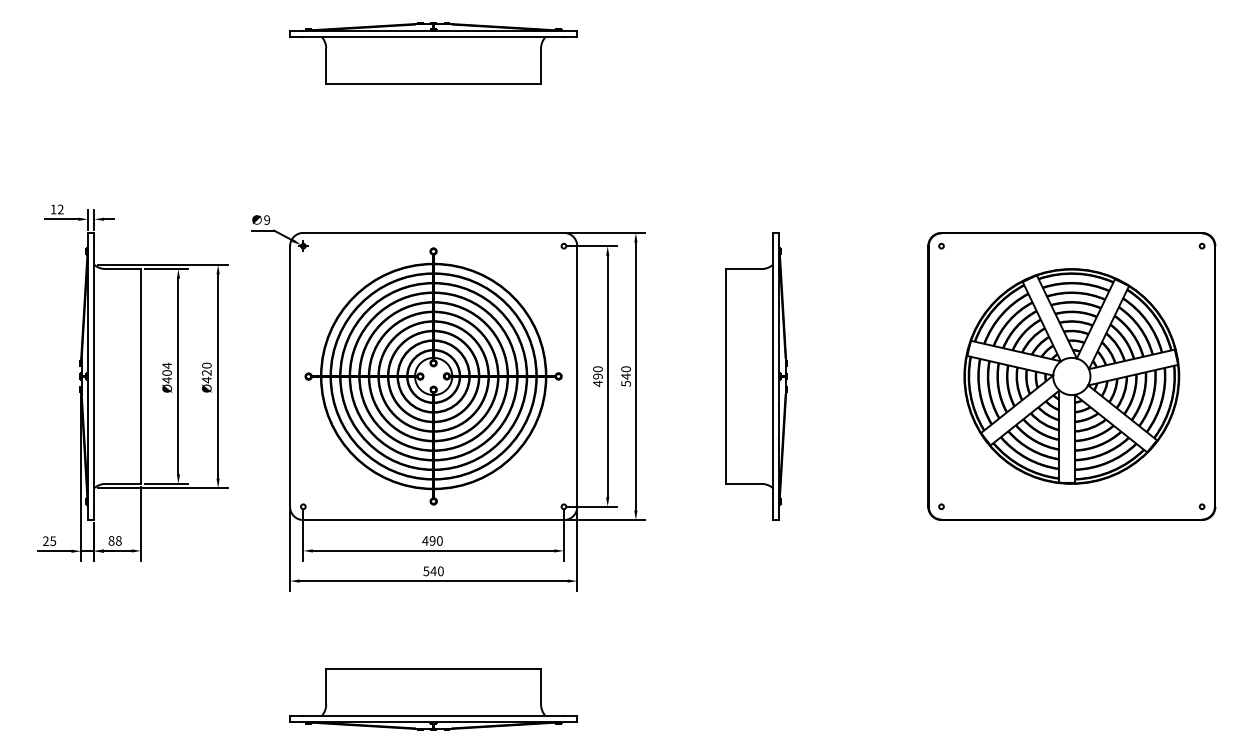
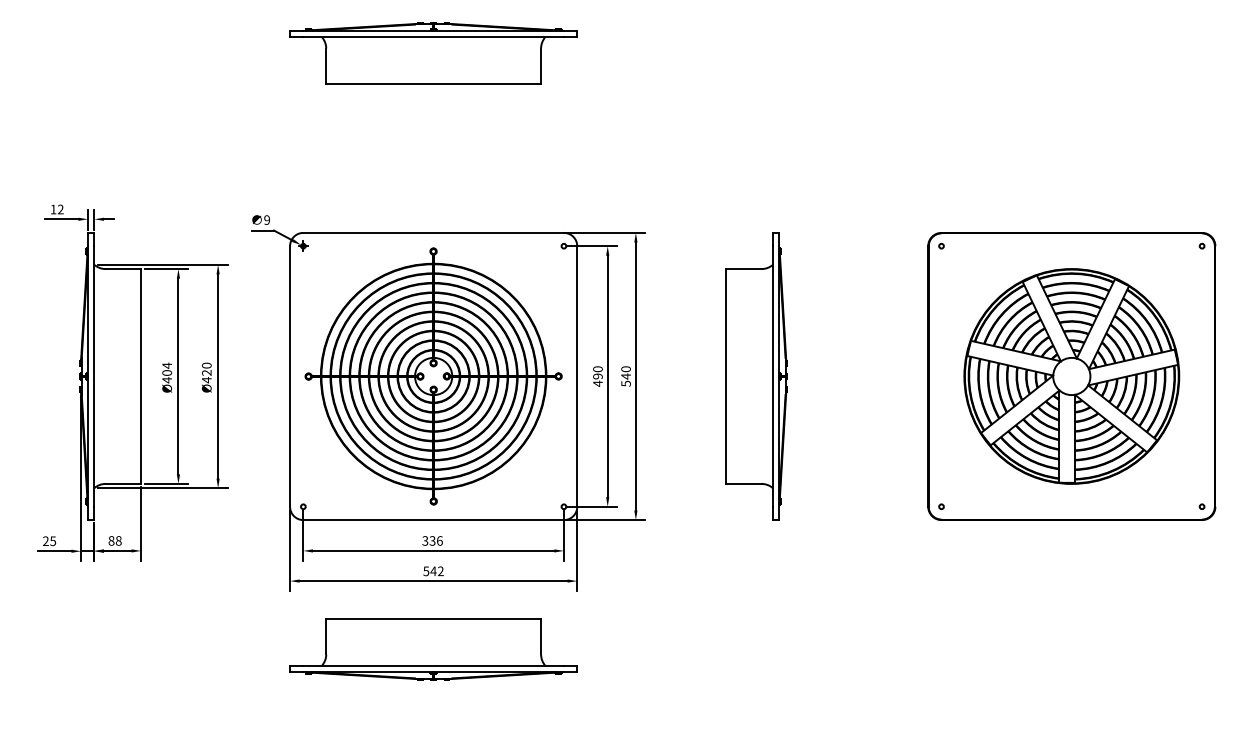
text at (432, 540): 490 -> 336
text at (440, 571): 540 -> 542
part at (433, 699) position: (433, 699) -> (433, 649)
